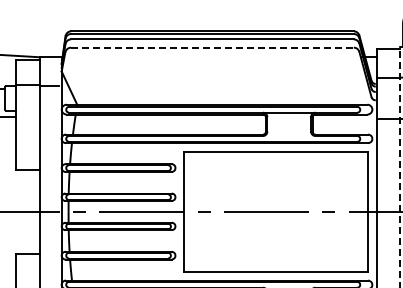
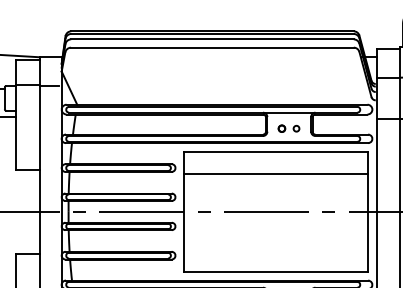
line at (212, 47): dashed -> solid
part at (288, 128): none -> present
line at (400, 166): dashed -> solid
line at (276, 173): none -> present
